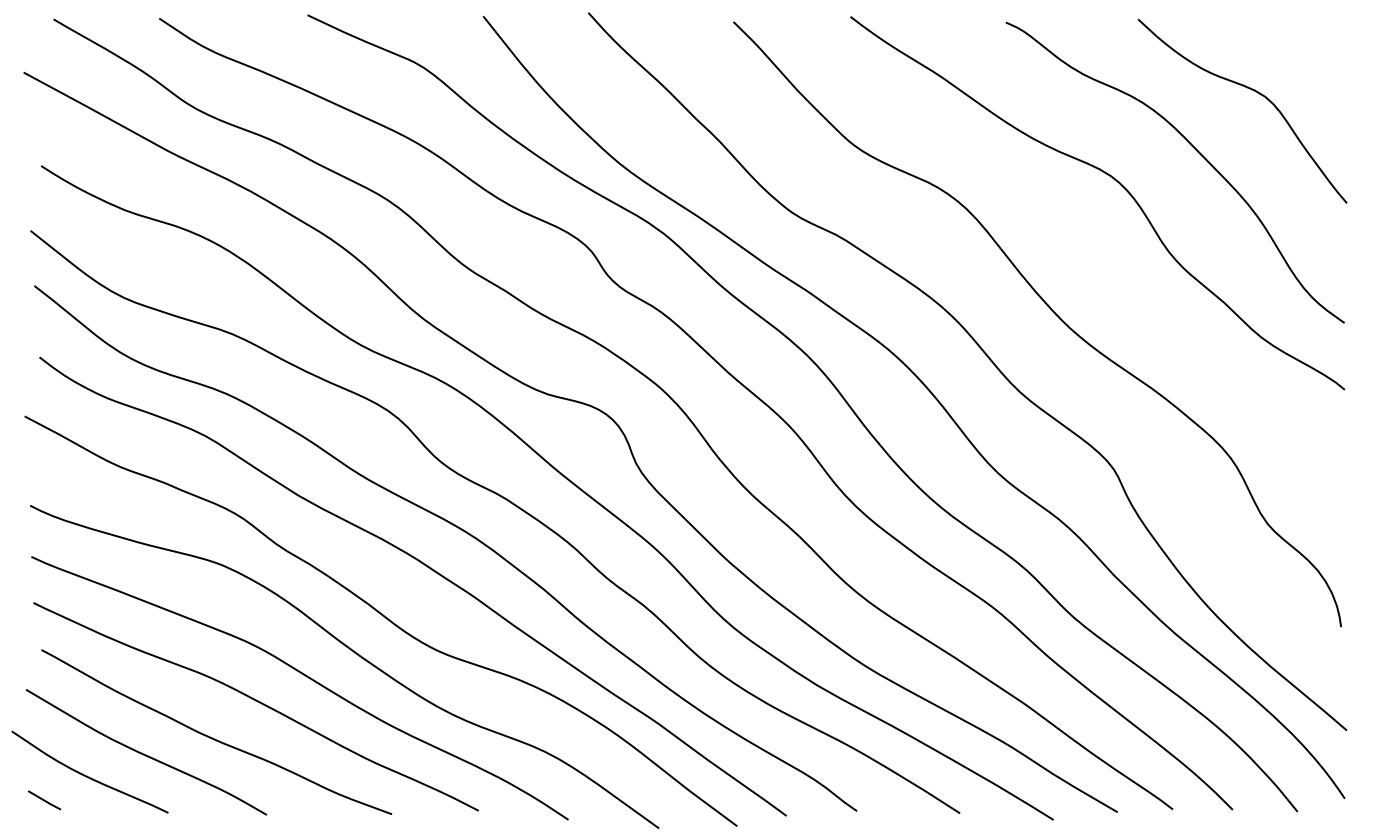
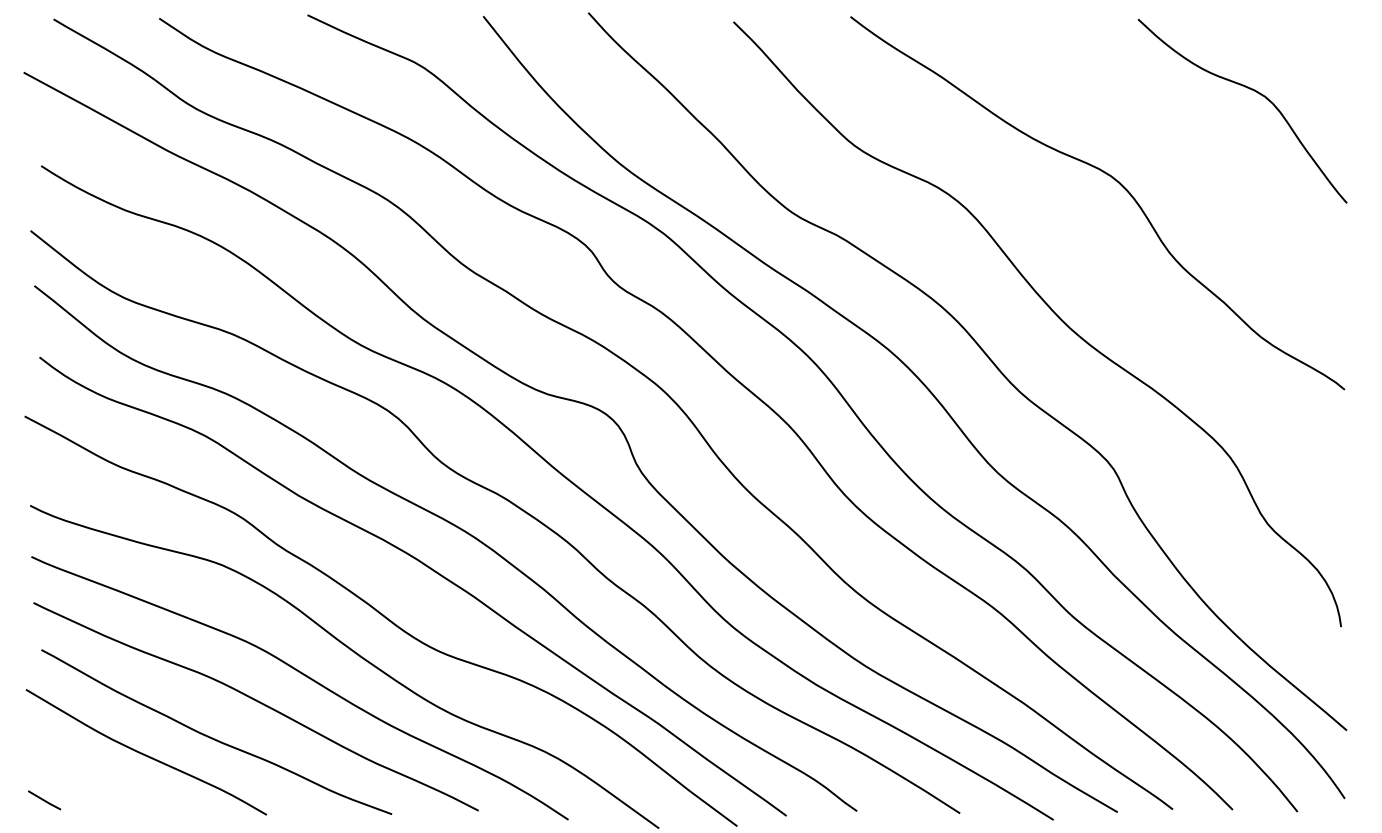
curve at (1195, 150): present -> none
curve at (86, 775): present -> none
